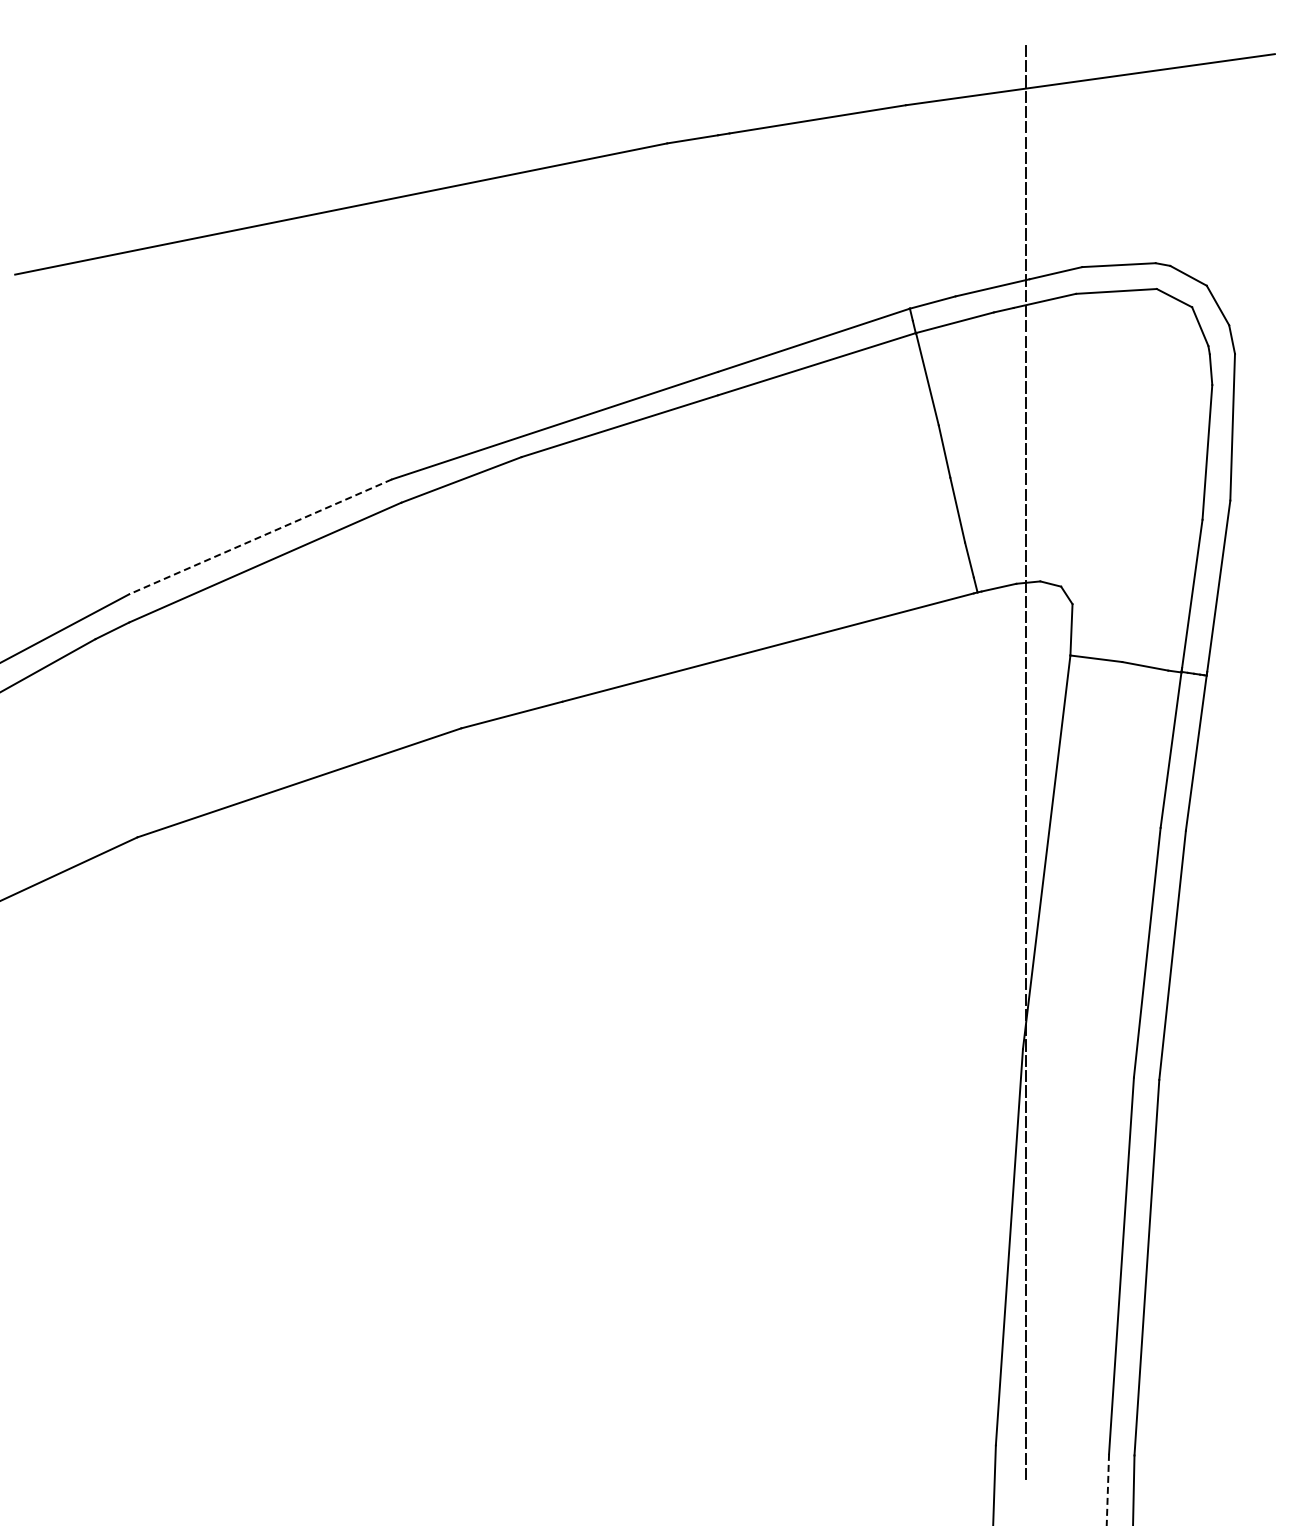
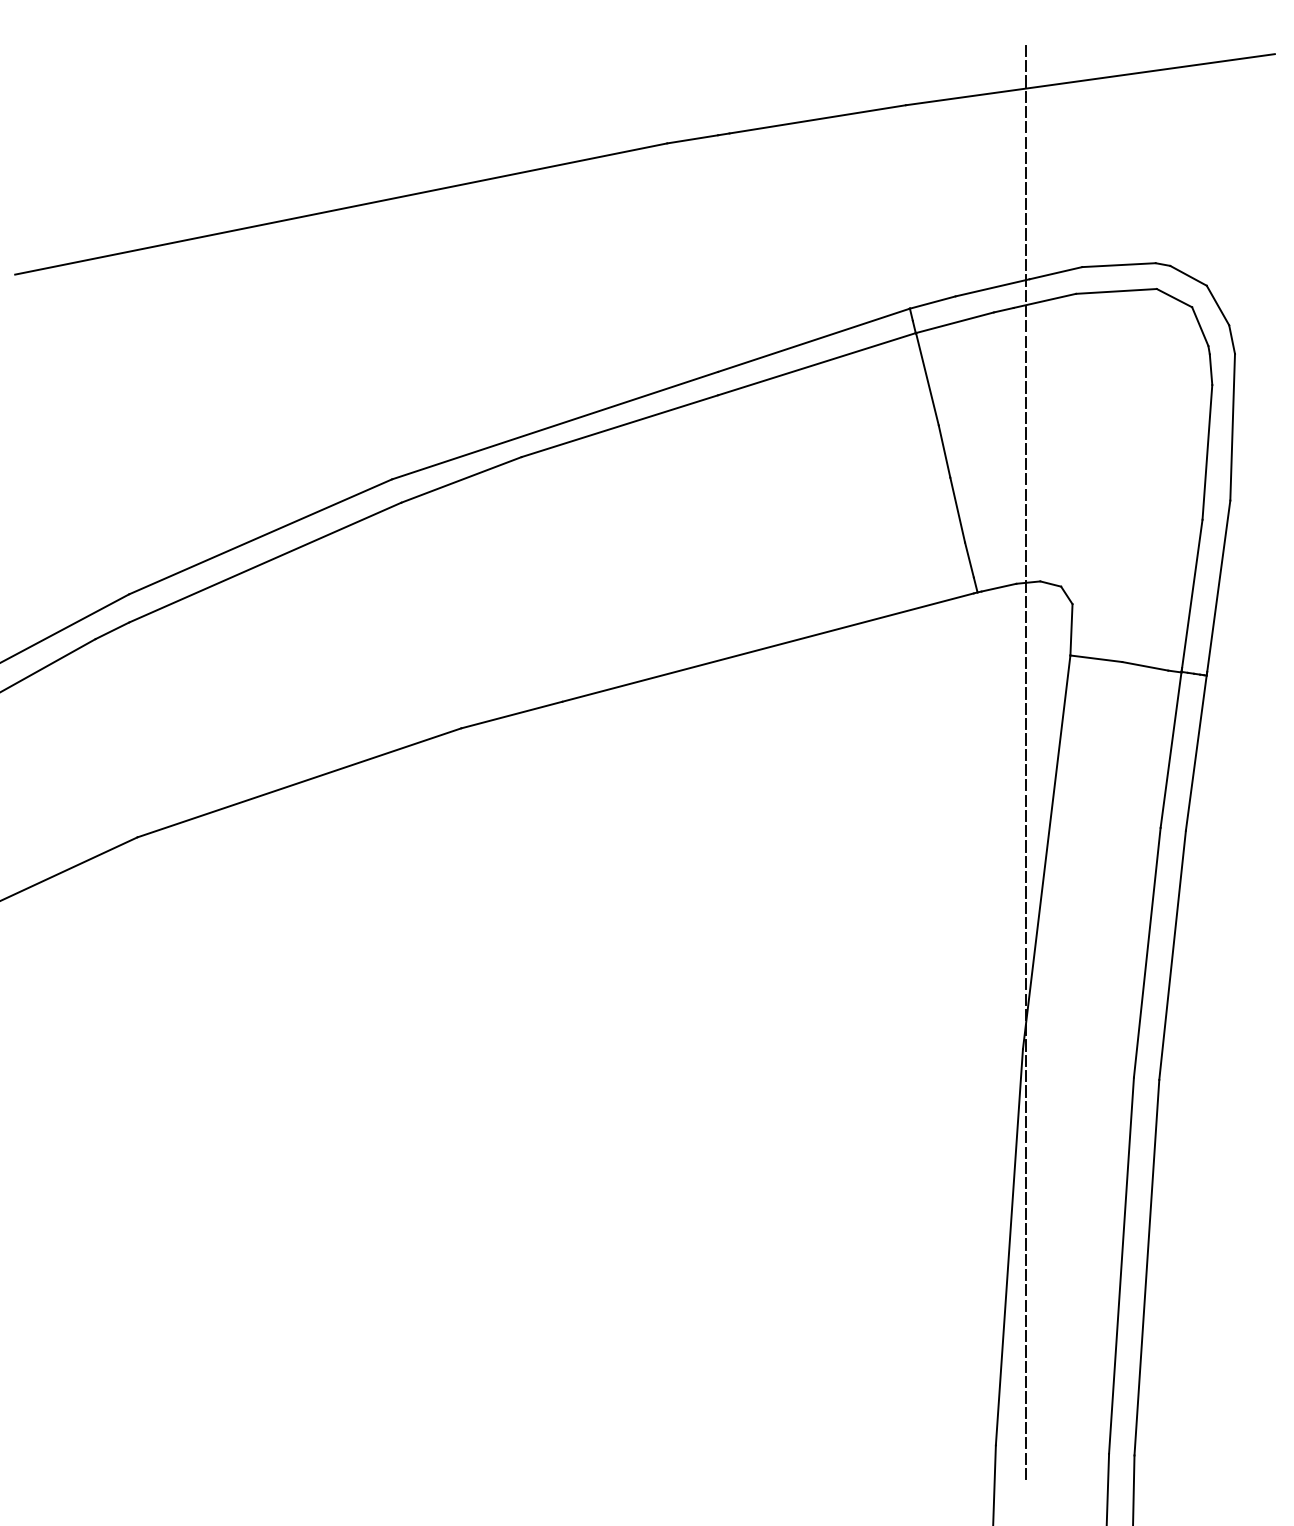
line at (260, 537): dashed -> solid
line at (1107, 1489): dashed -> solid
